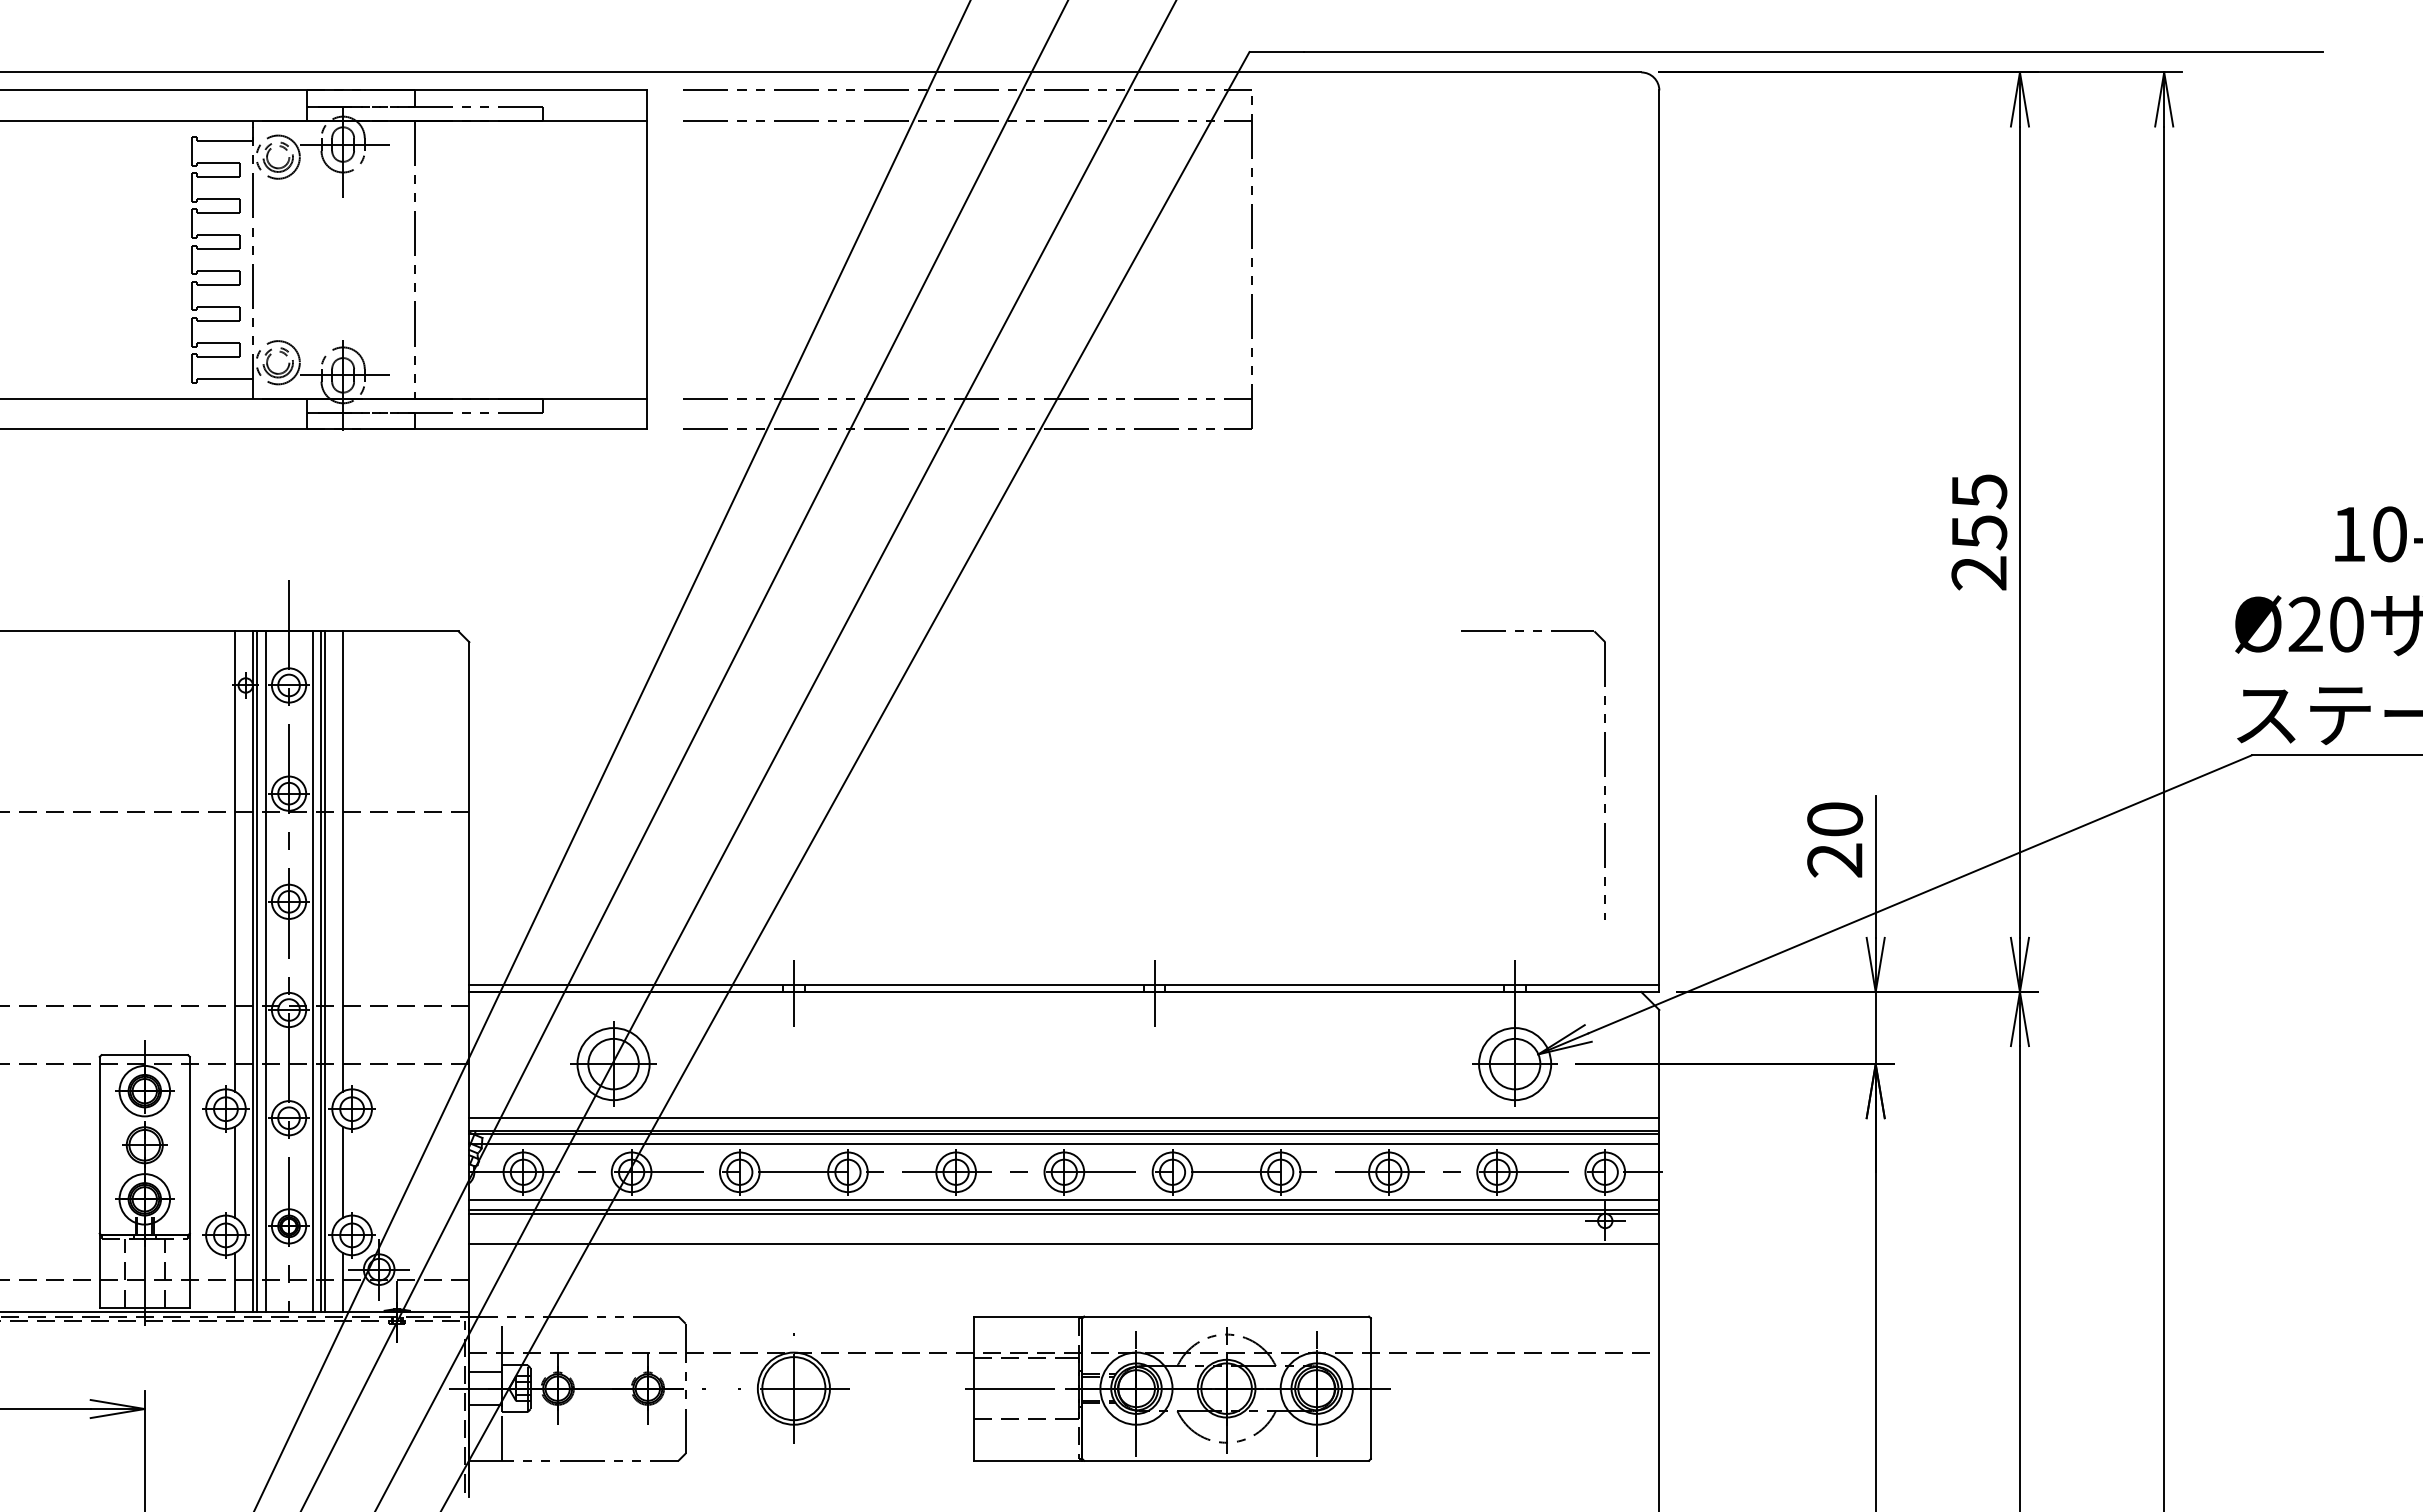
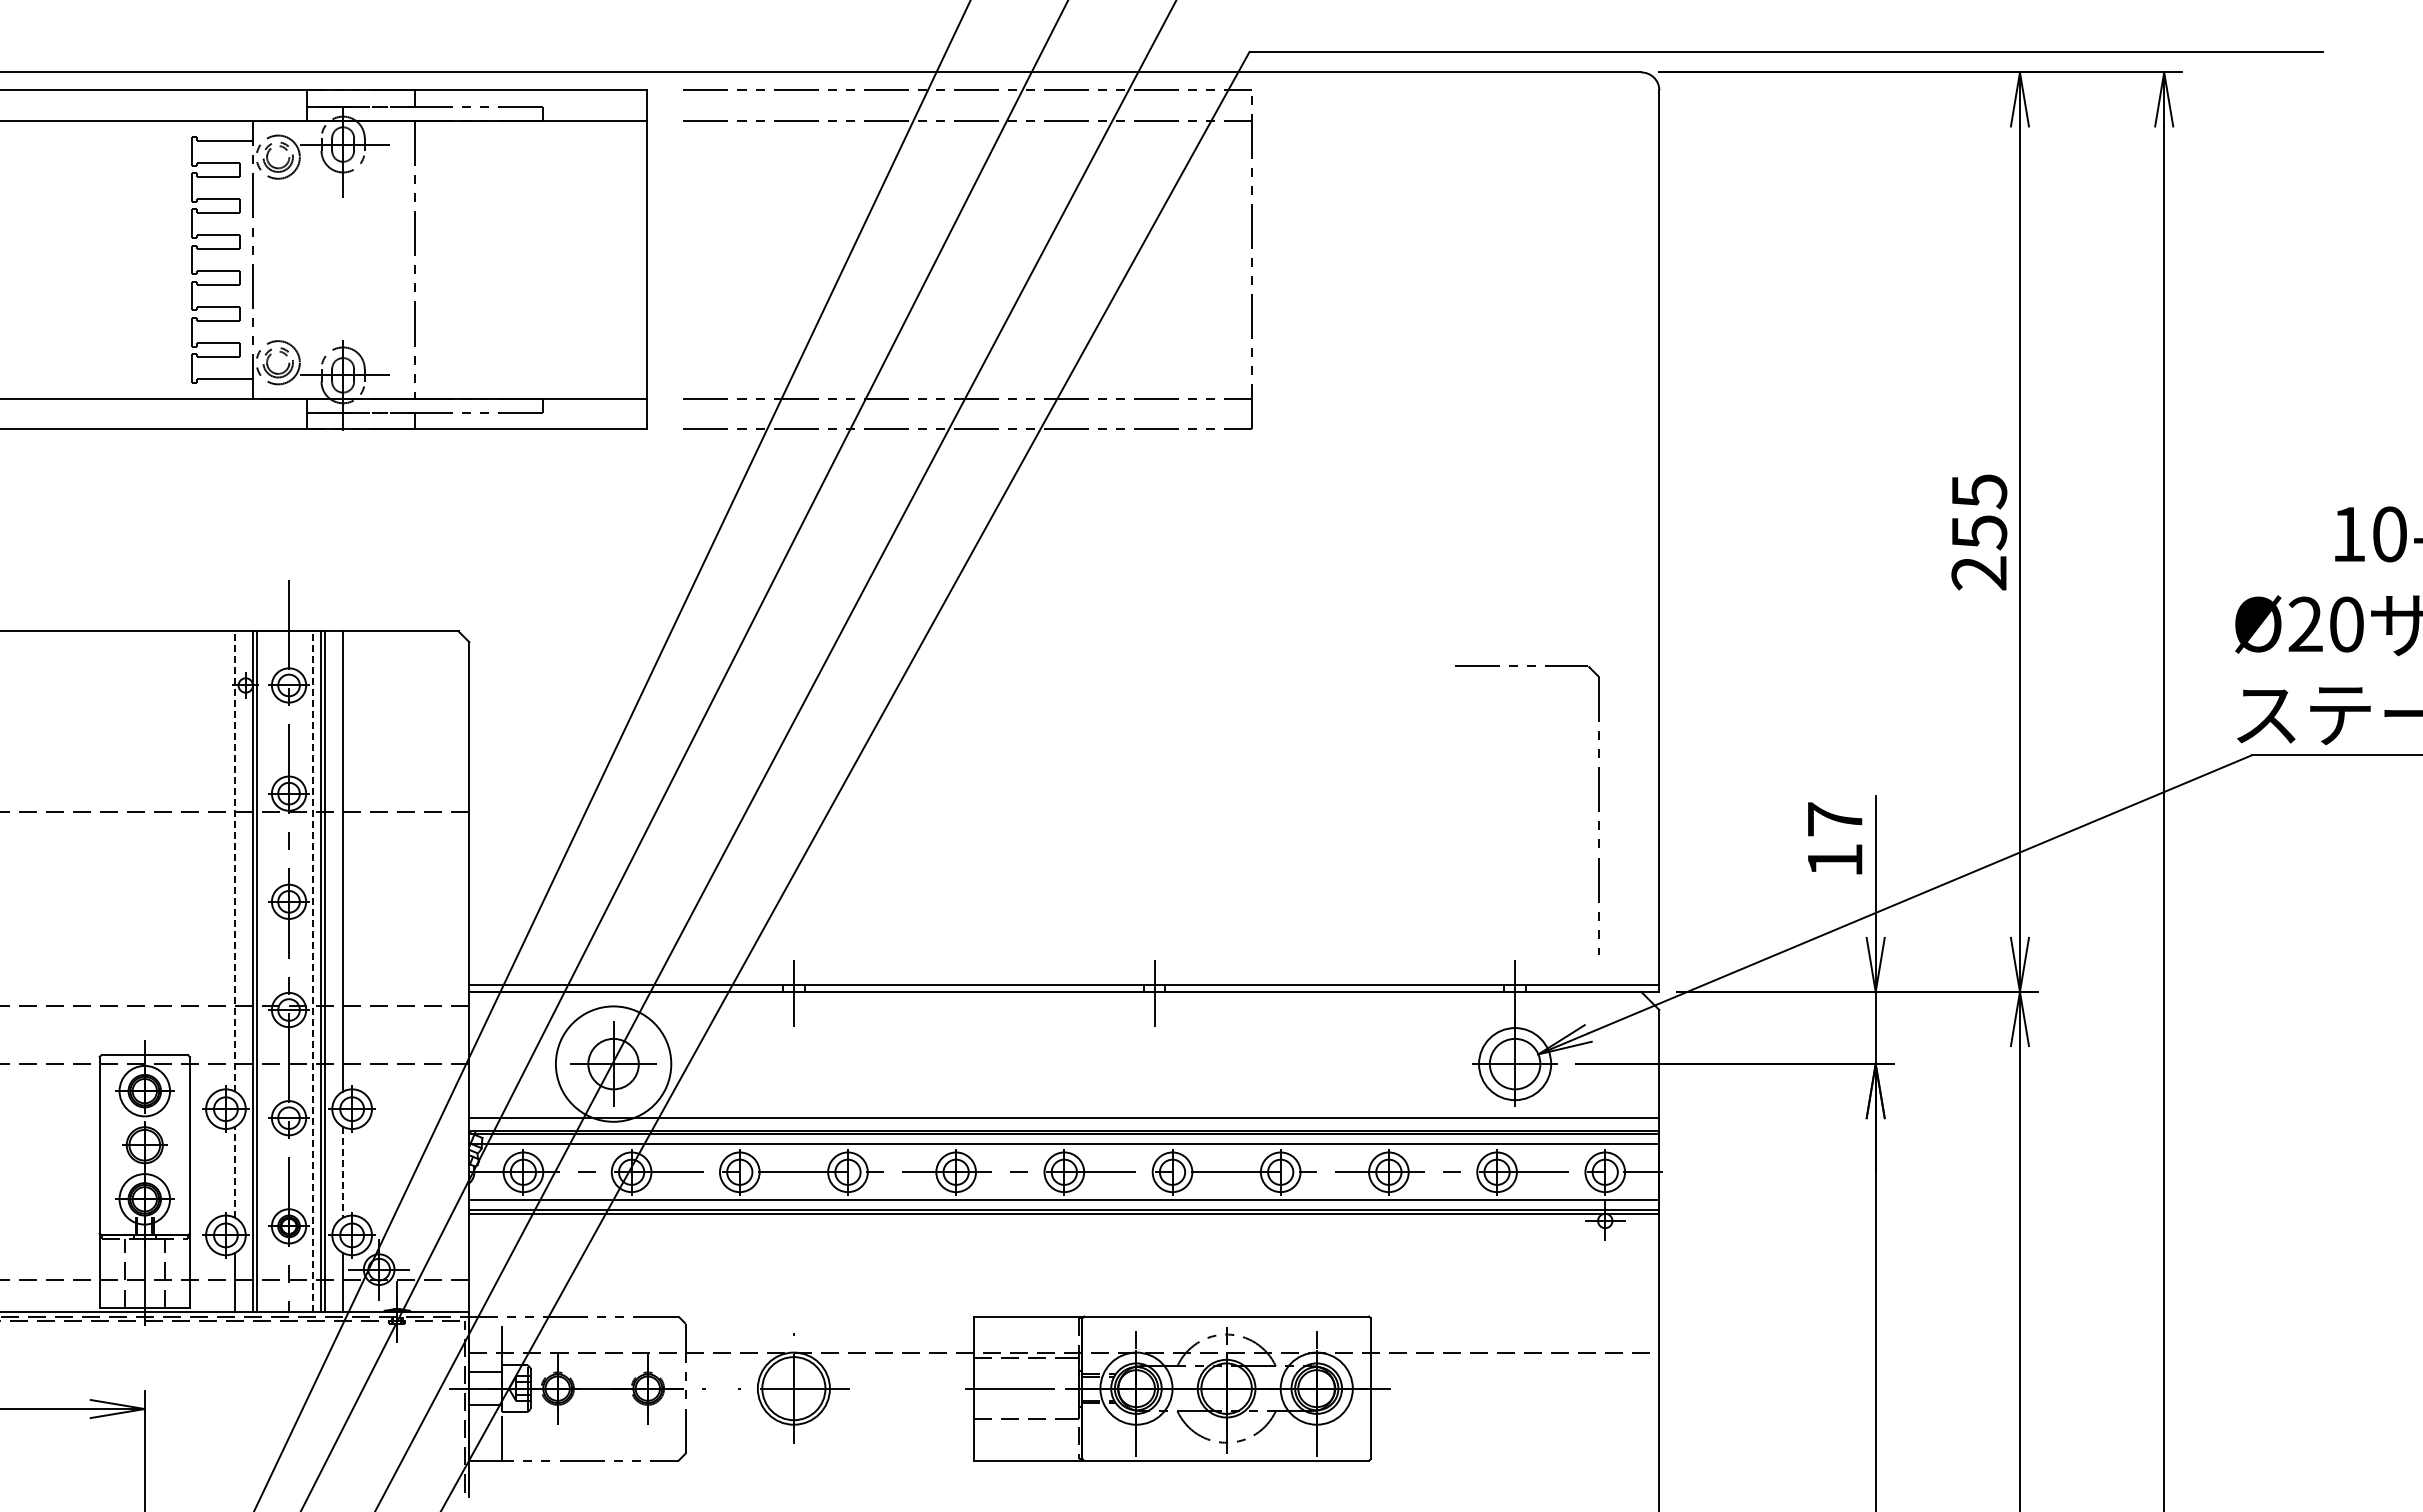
part at (1604, 774) position: (1604, 774) -> (1598, 809)
text at (1835, 839): 20 -> 17
line at (234, 860): solid -> dashed
line at (265, 971): present -> none
line at (312, 971): solid -> dashed
circle at (613, 1064) diameter: 72 px -> 115 px
line at (234, 1171): solid -> dashed
line at (343, 1172): solid -> dashed
line at (1064, 1244): present -> none
